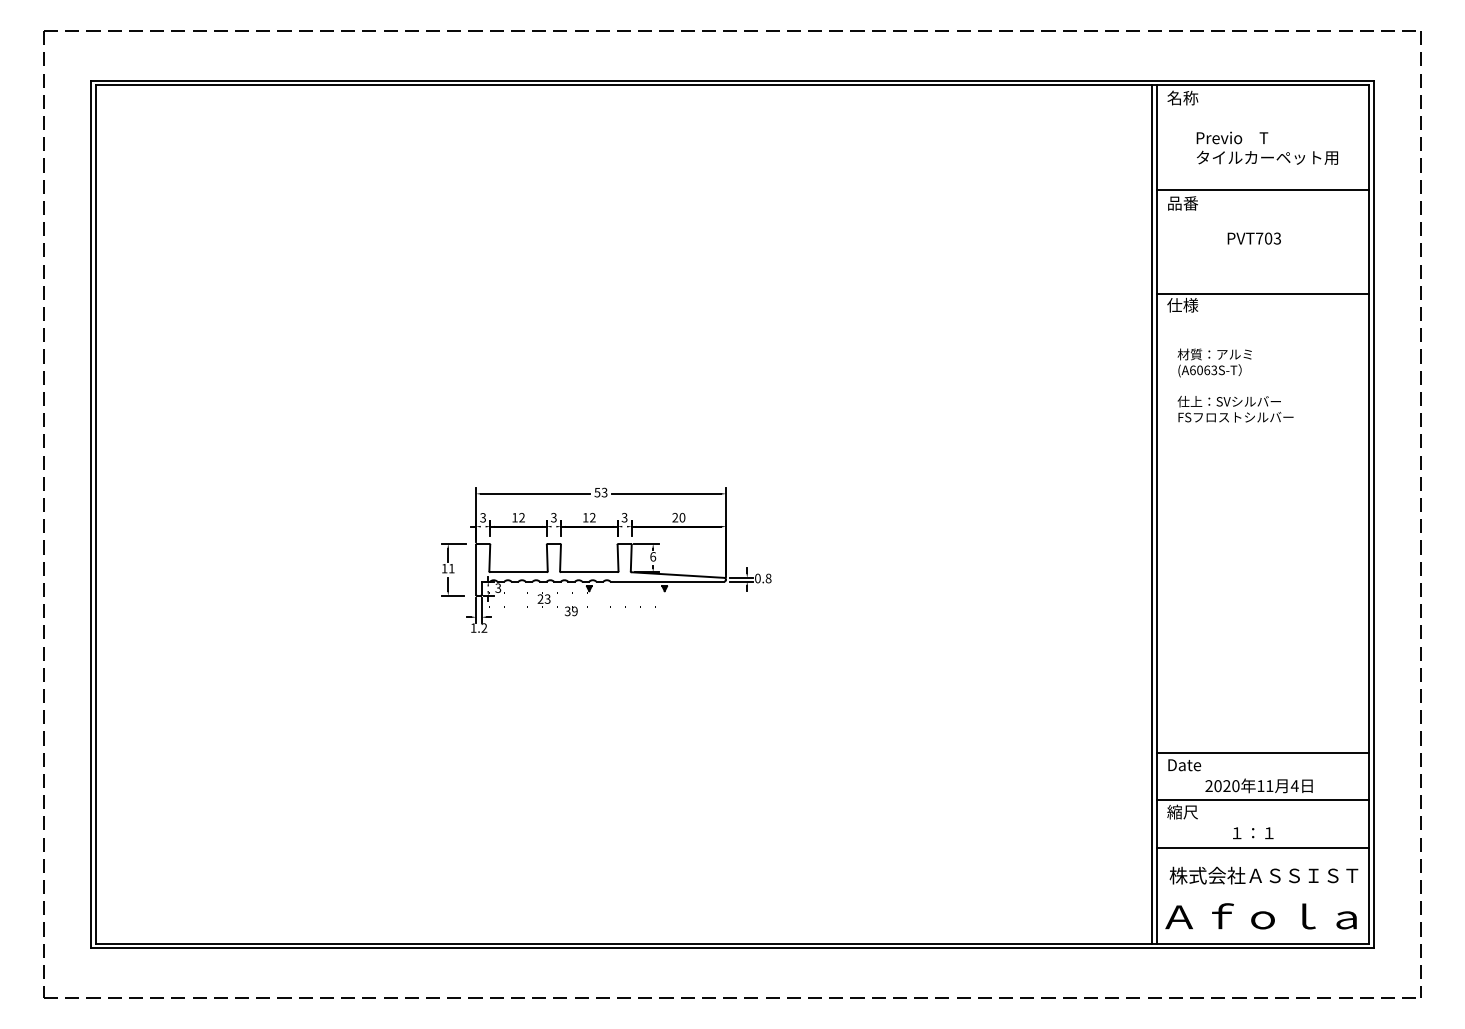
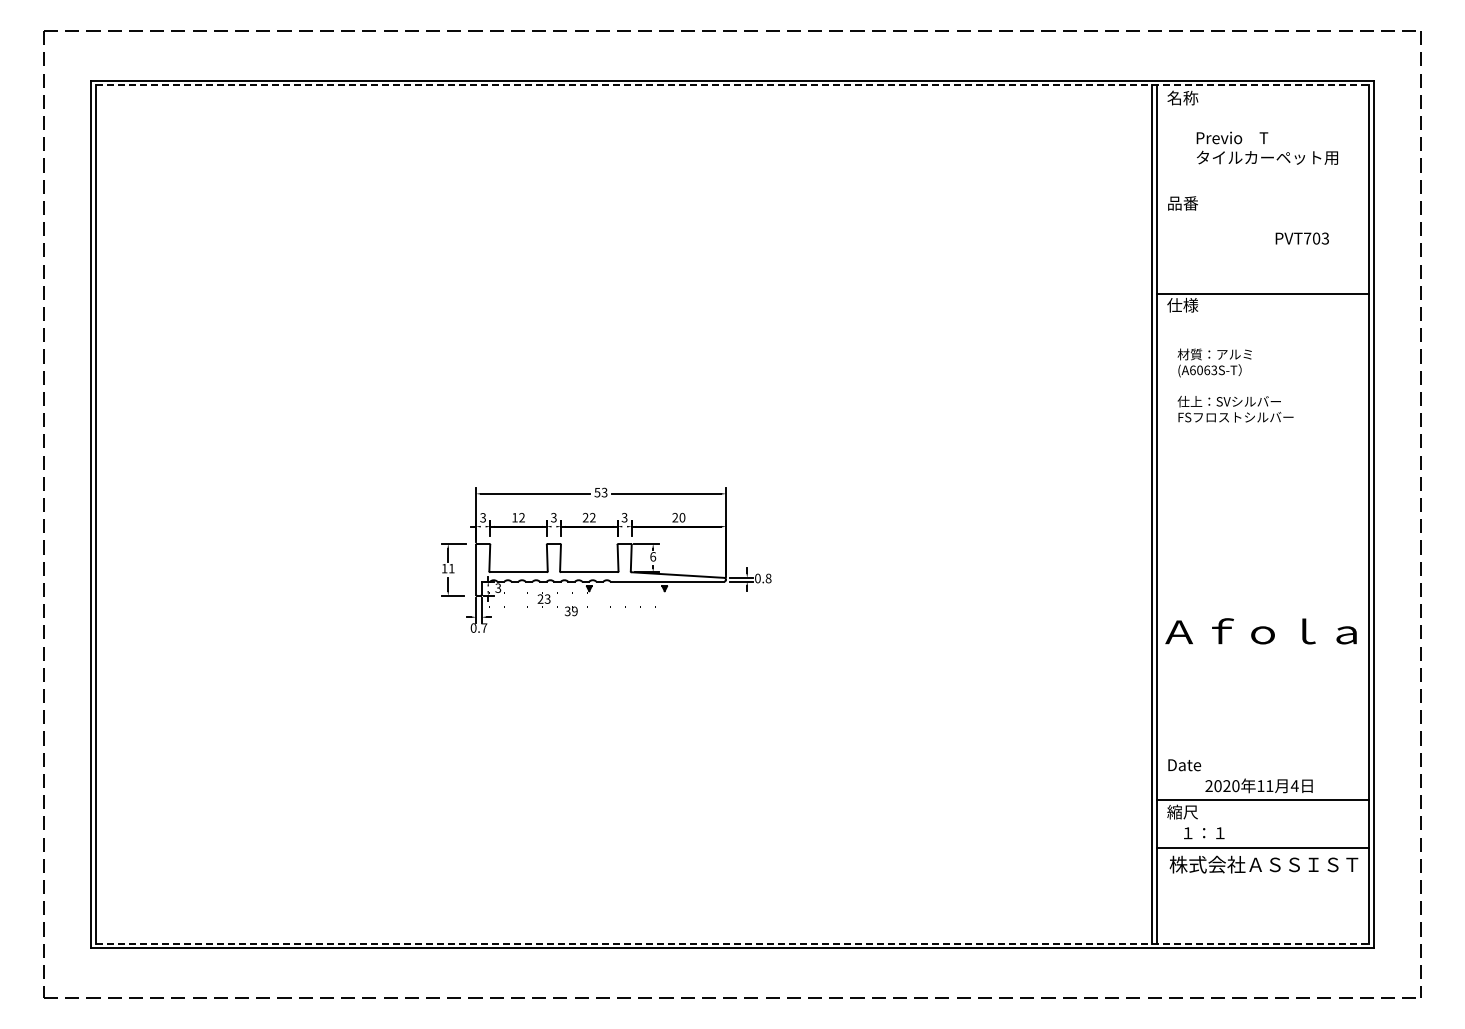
line at (732, 85): solid -> dashed
line at (1262, 189): present -> none
text at (1253, 238) position: (1253, 238) -> (1301, 238)
text at (585, 517): 12 -> 22
text at (478, 627): 1.2 -> 0.7
line at (1262, 753): present -> none
text at (1253, 833) position: (1253, 833) -> (1204, 833)
text at (1263, 875) position: (1263, 875) -> (1263, 864)
text at (1260, 916) position: (1260, 916) -> (1260, 631)
line at (732, 943): solid -> dashed
